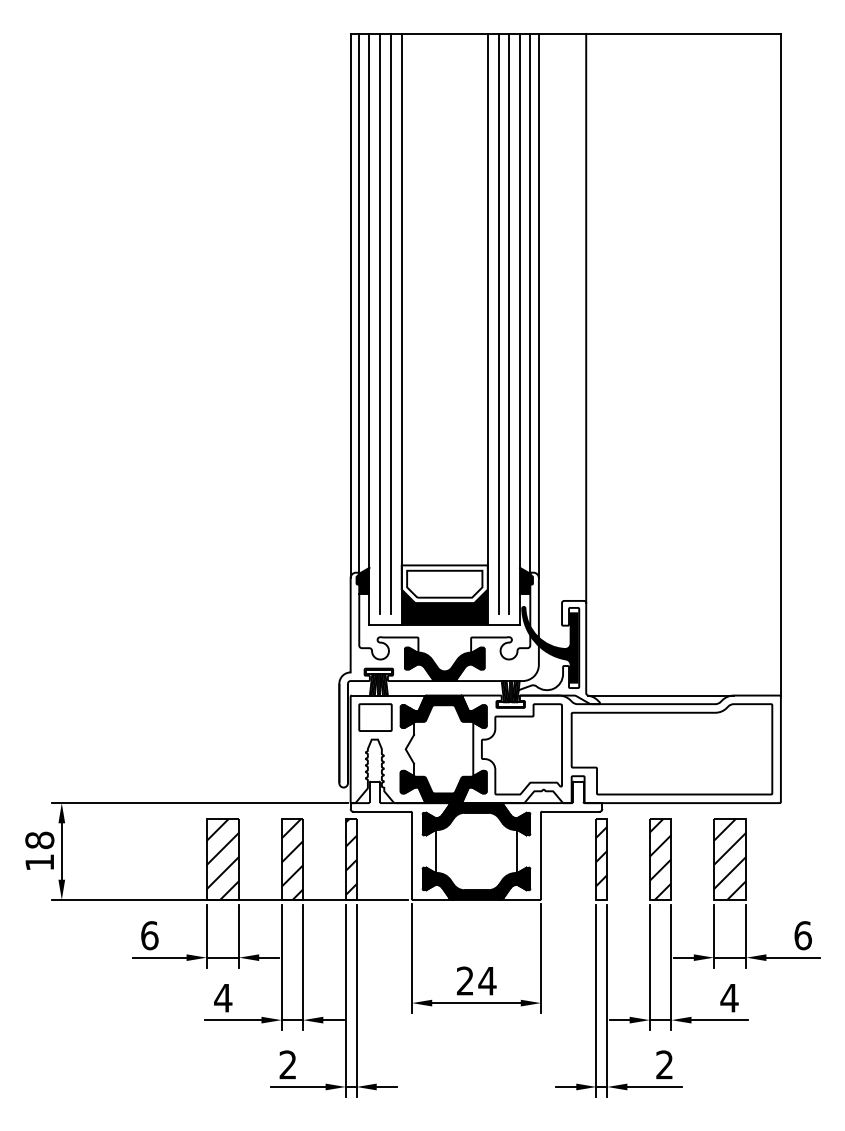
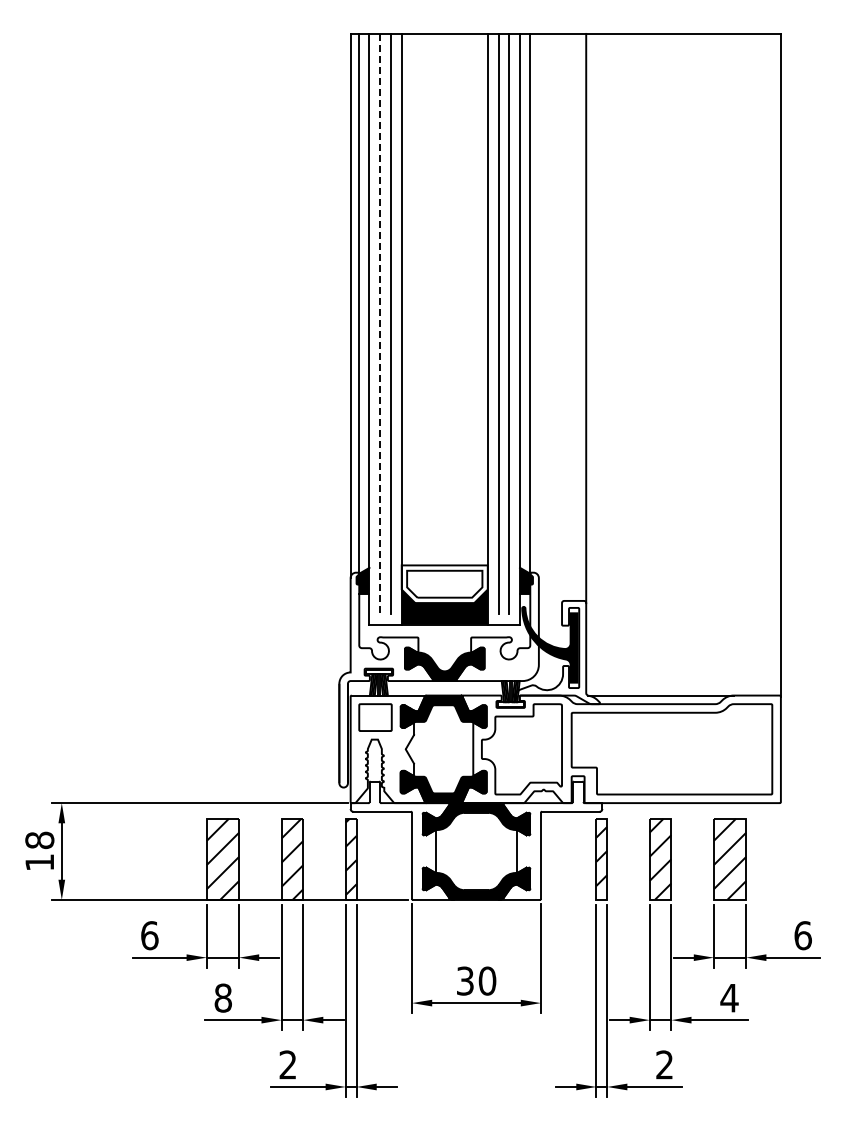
line at (538, 305): present -> none
line at (380, 323): solid -> dashed
text at (476, 980): 24 -> 30
text at (223, 997): 4 -> 8
